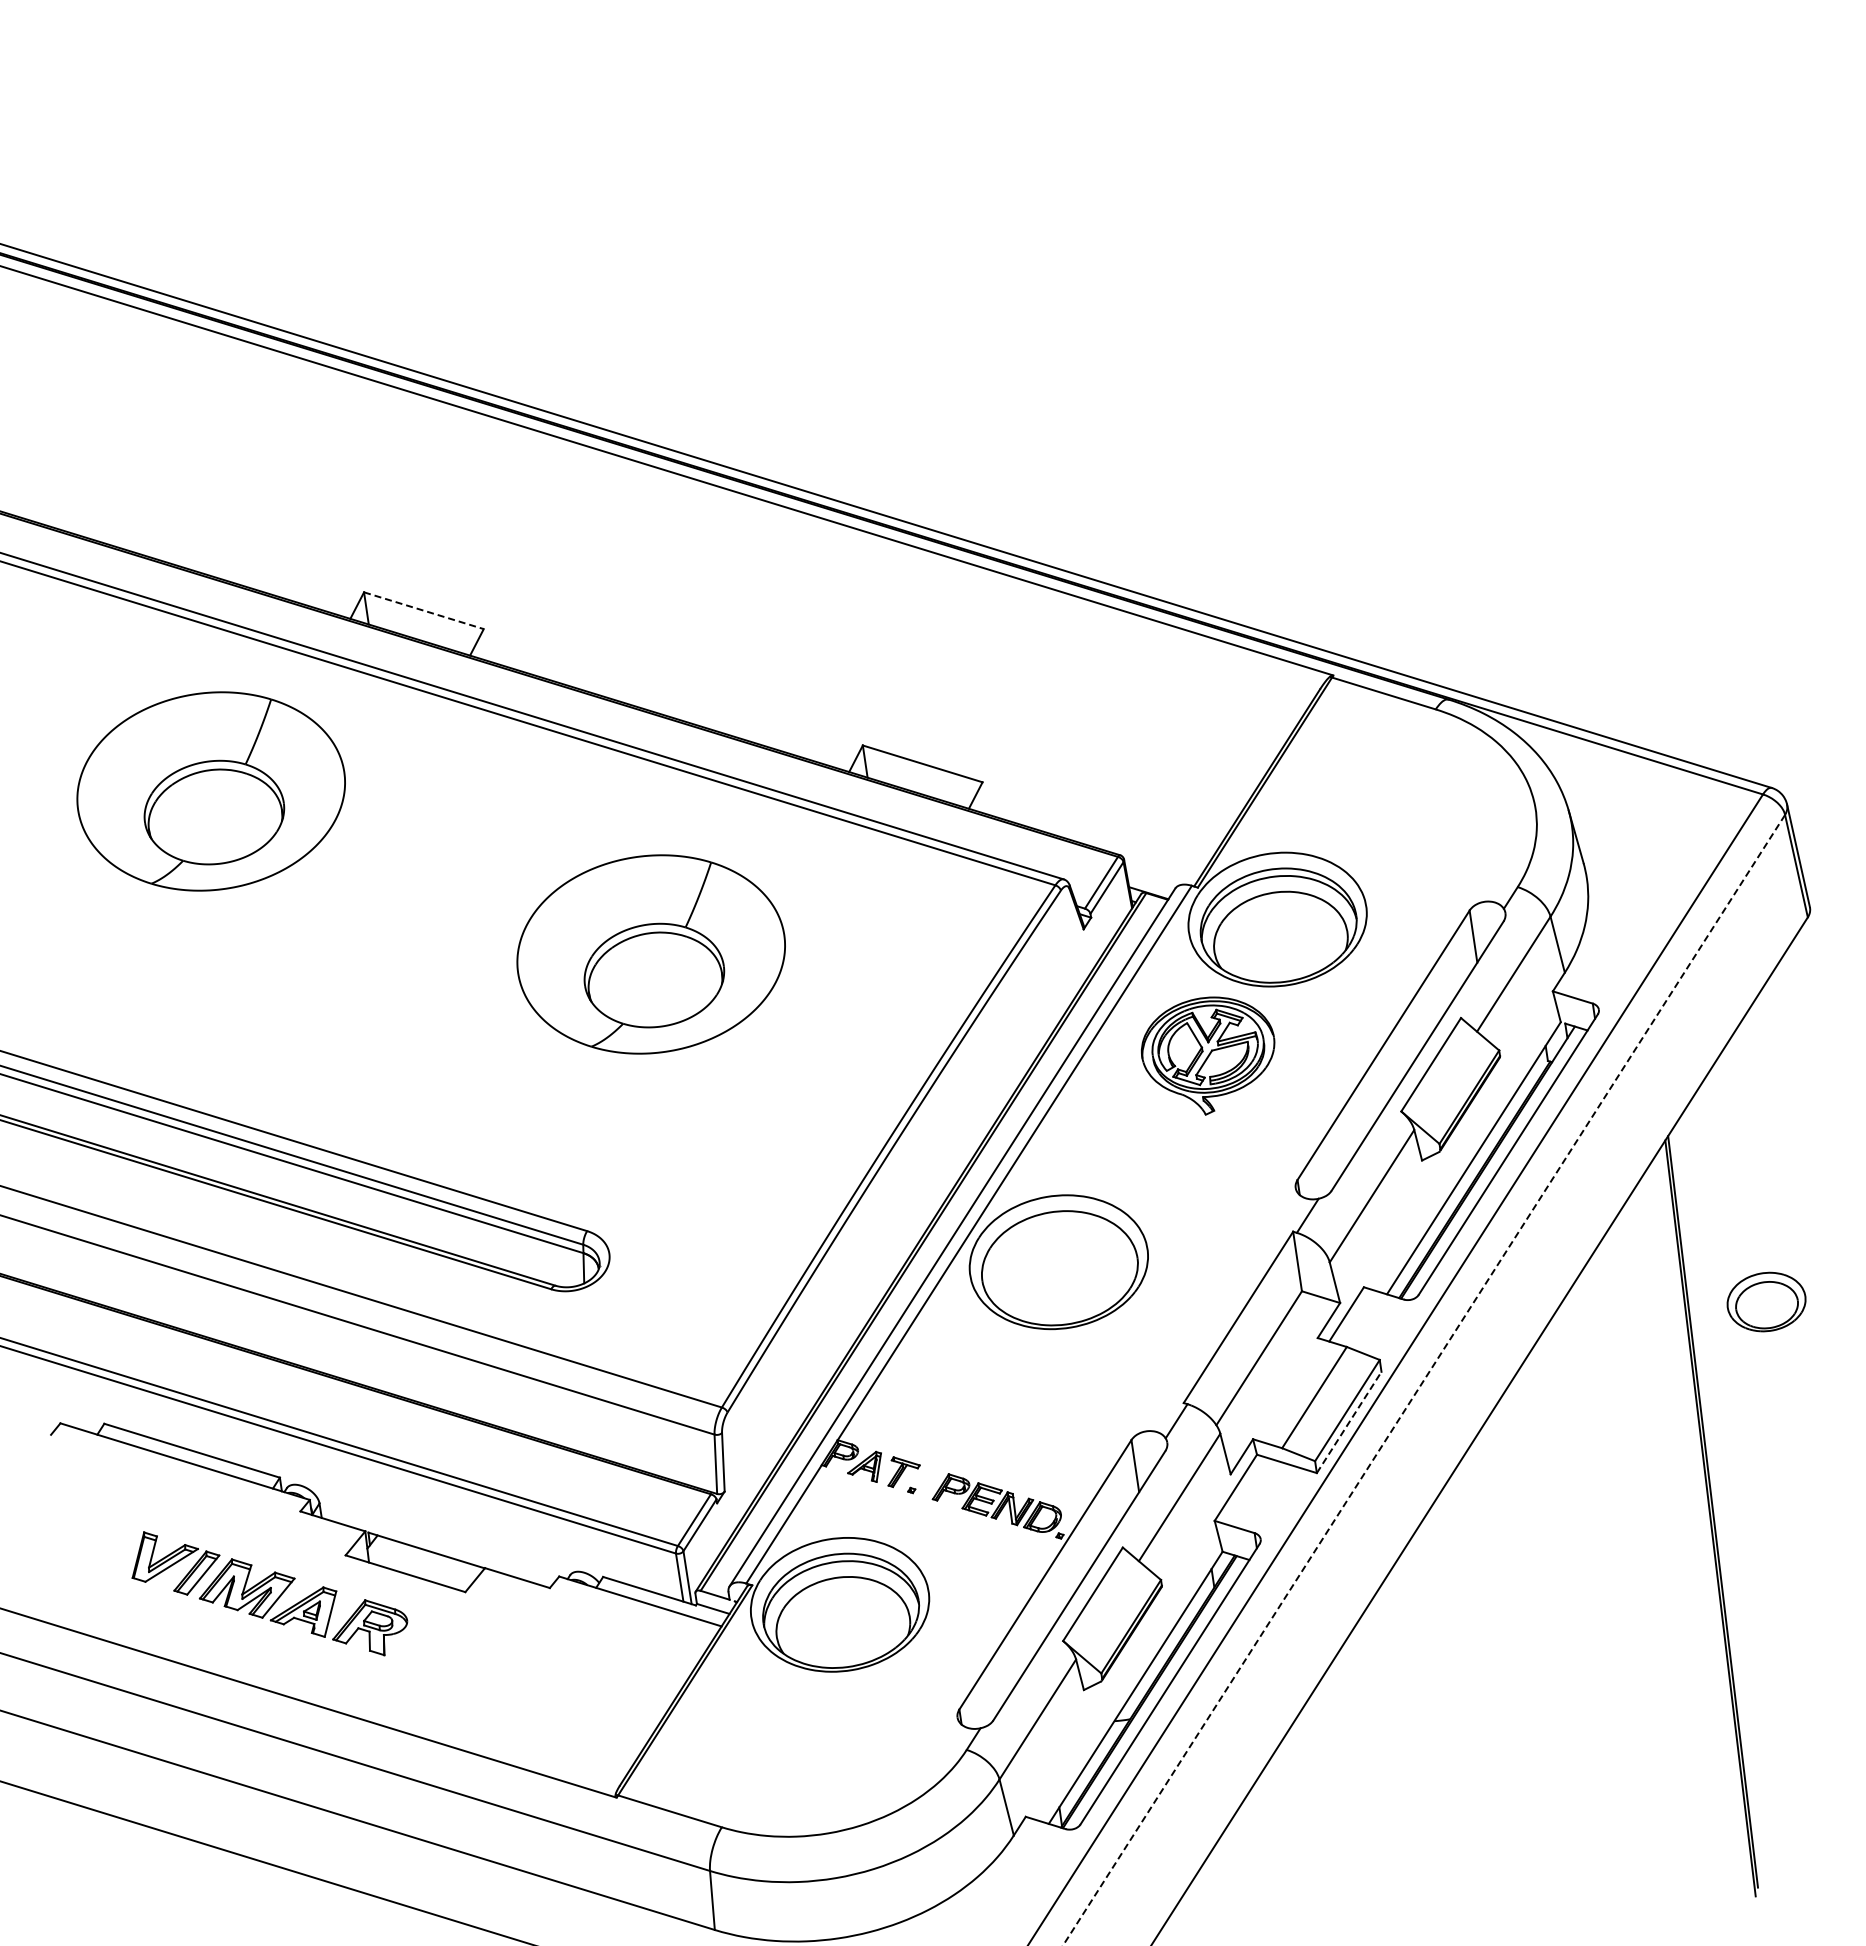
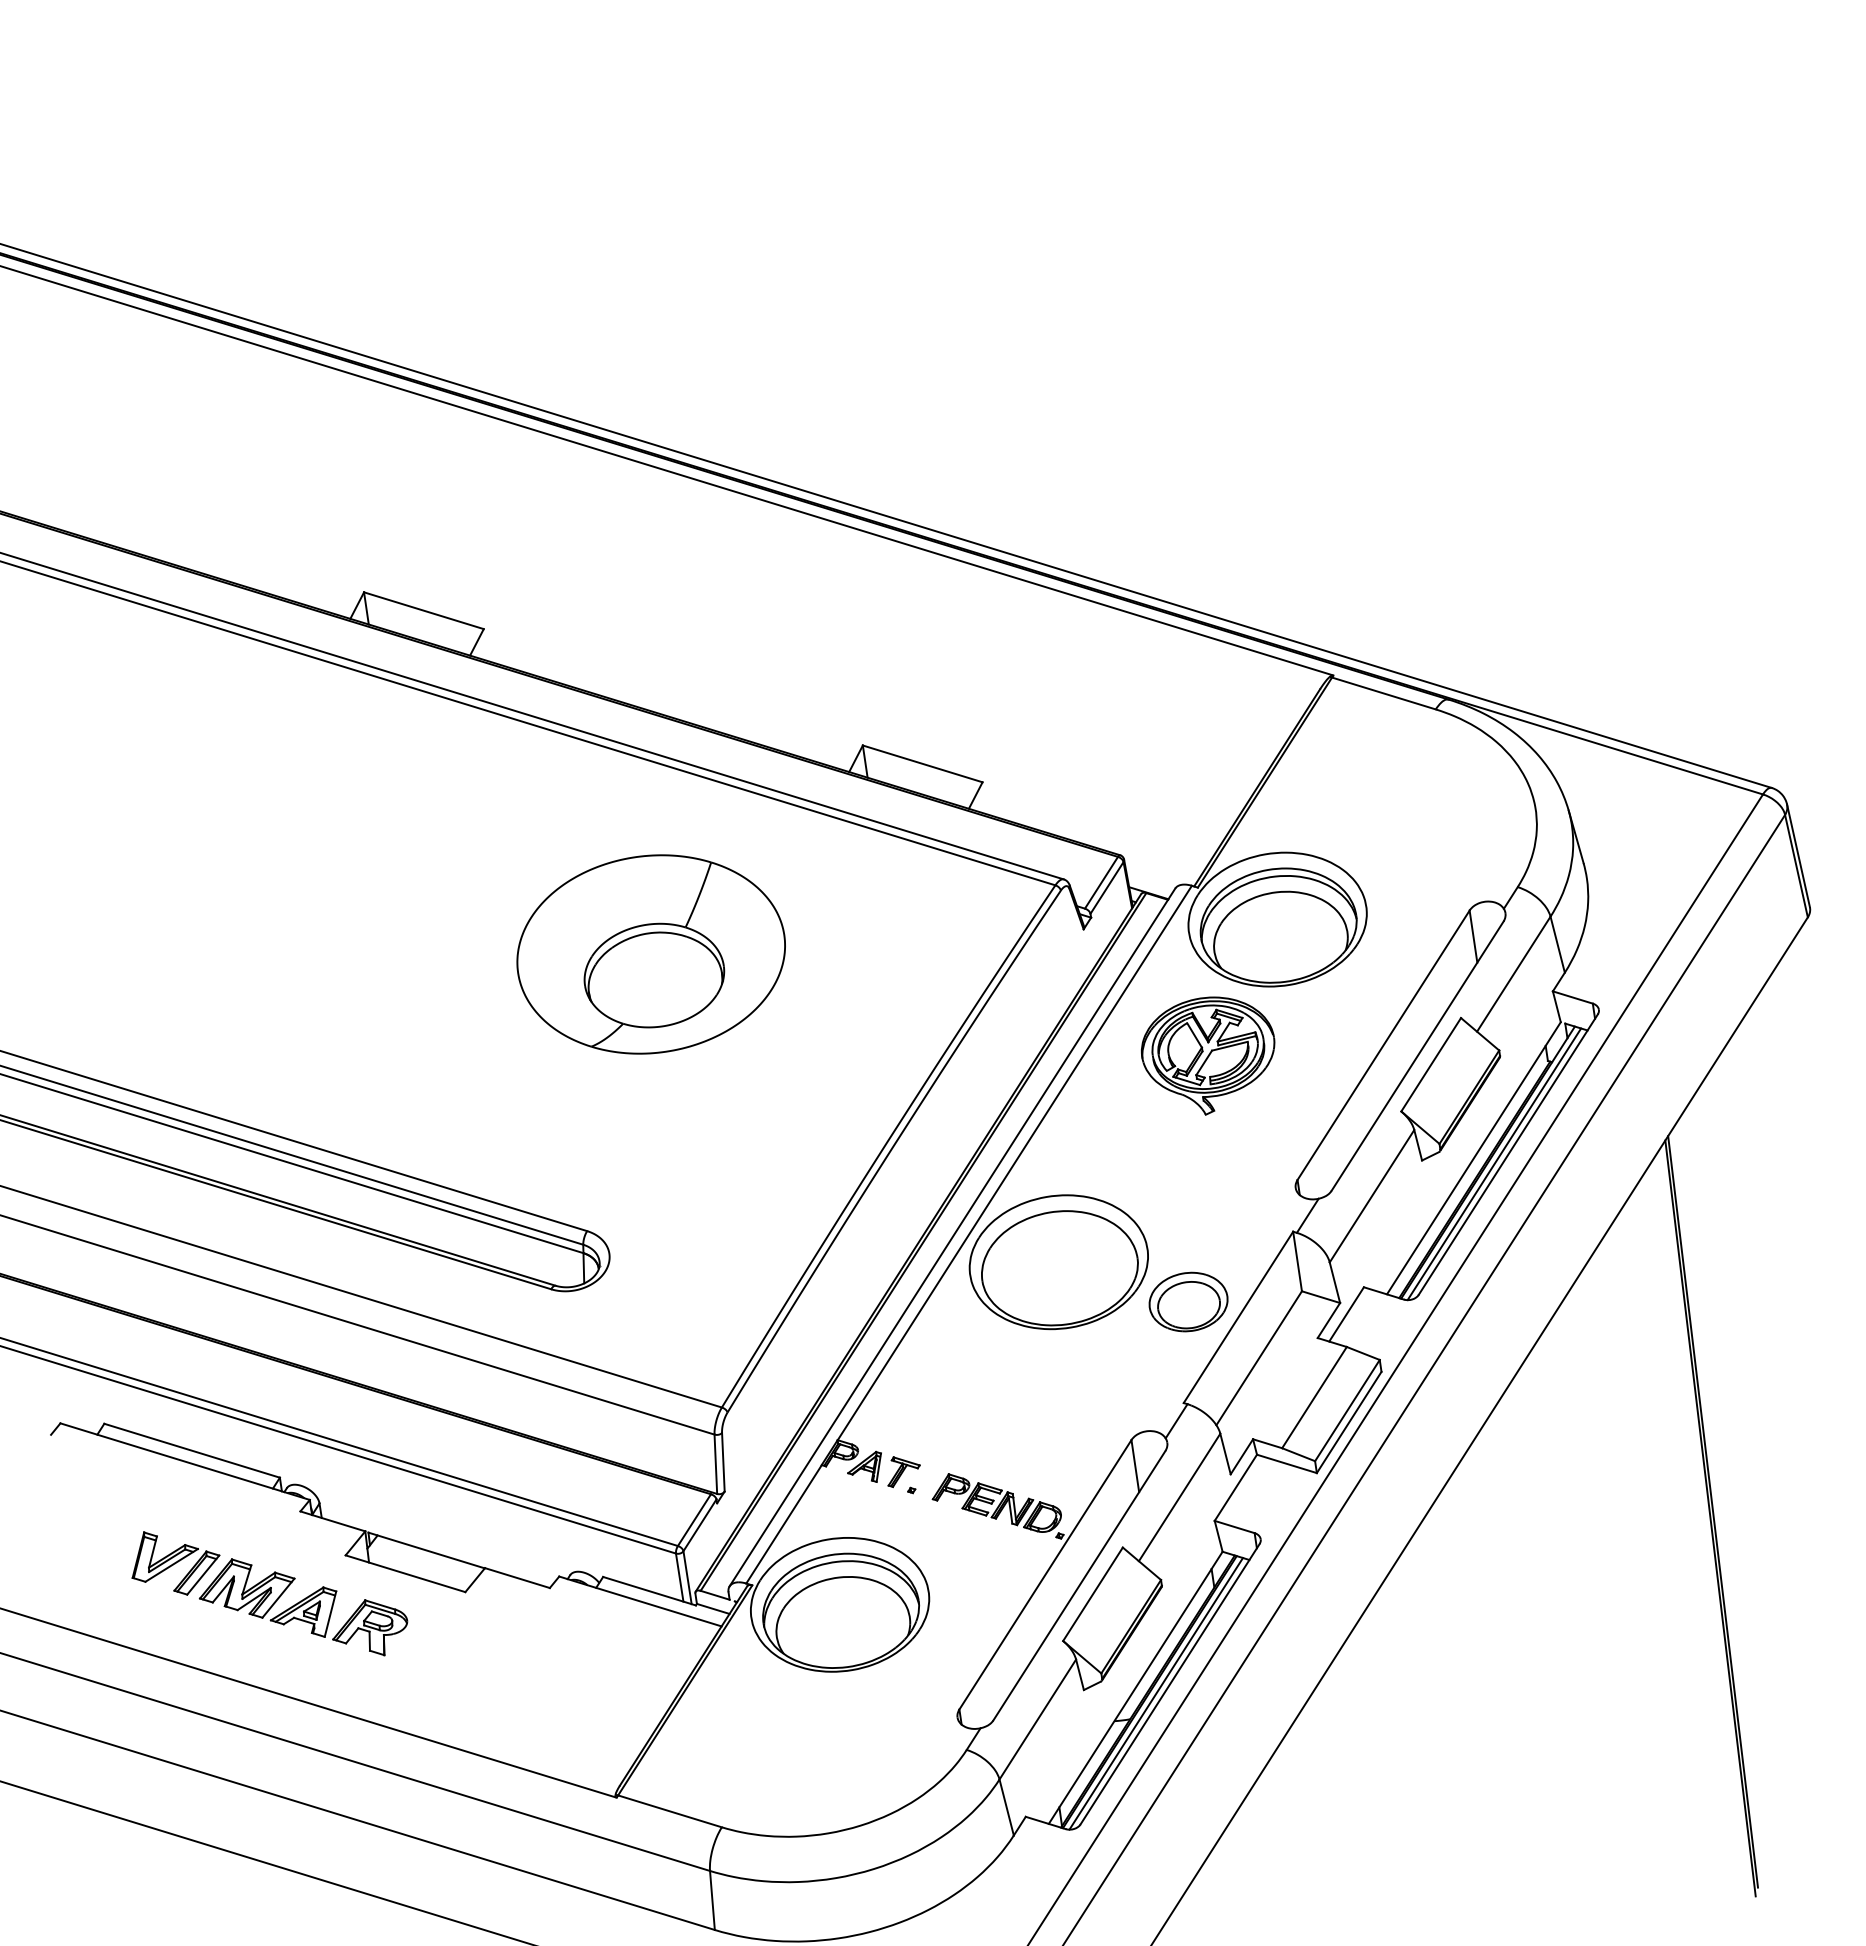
line at (423, 610): dashed -> solid
part at (210, 791): present -> none
line at (1494, 1164): none -> present
part at (1766, 1301) position: (1766, 1301) -> (1188, 1301)
line at (1423, 1380): dashed -> solid
line at (1349, 1422): dashed -> solid
line at (1155, 1693): none -> present
